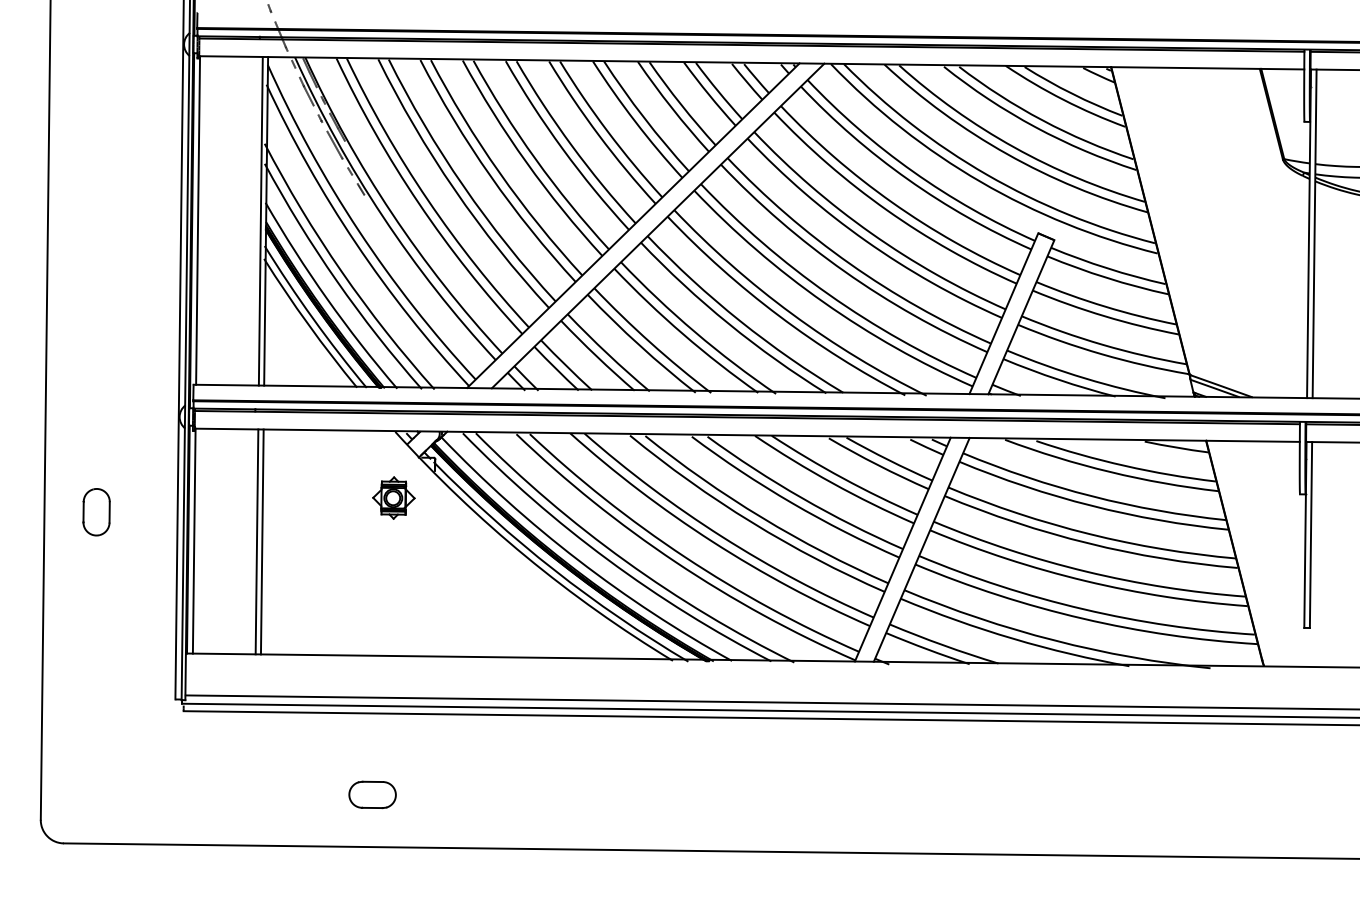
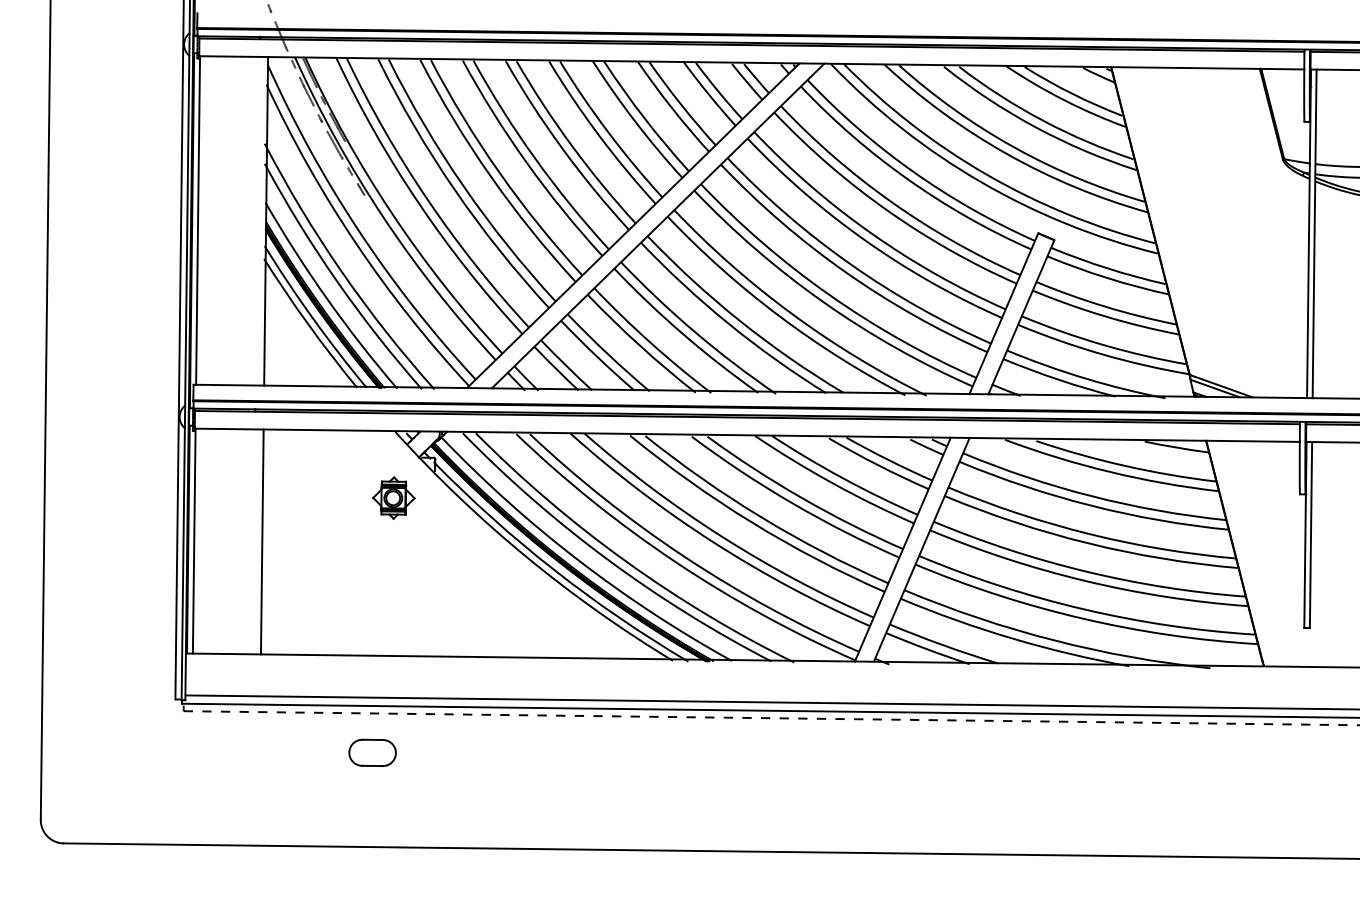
line at (260, 220): present -> none
part at (96, 512): present -> none
line at (256, 541): present -> none
line at (771, 718): solid -> dashed
part at (372, 794) position: (372, 794) -> (372, 752)
